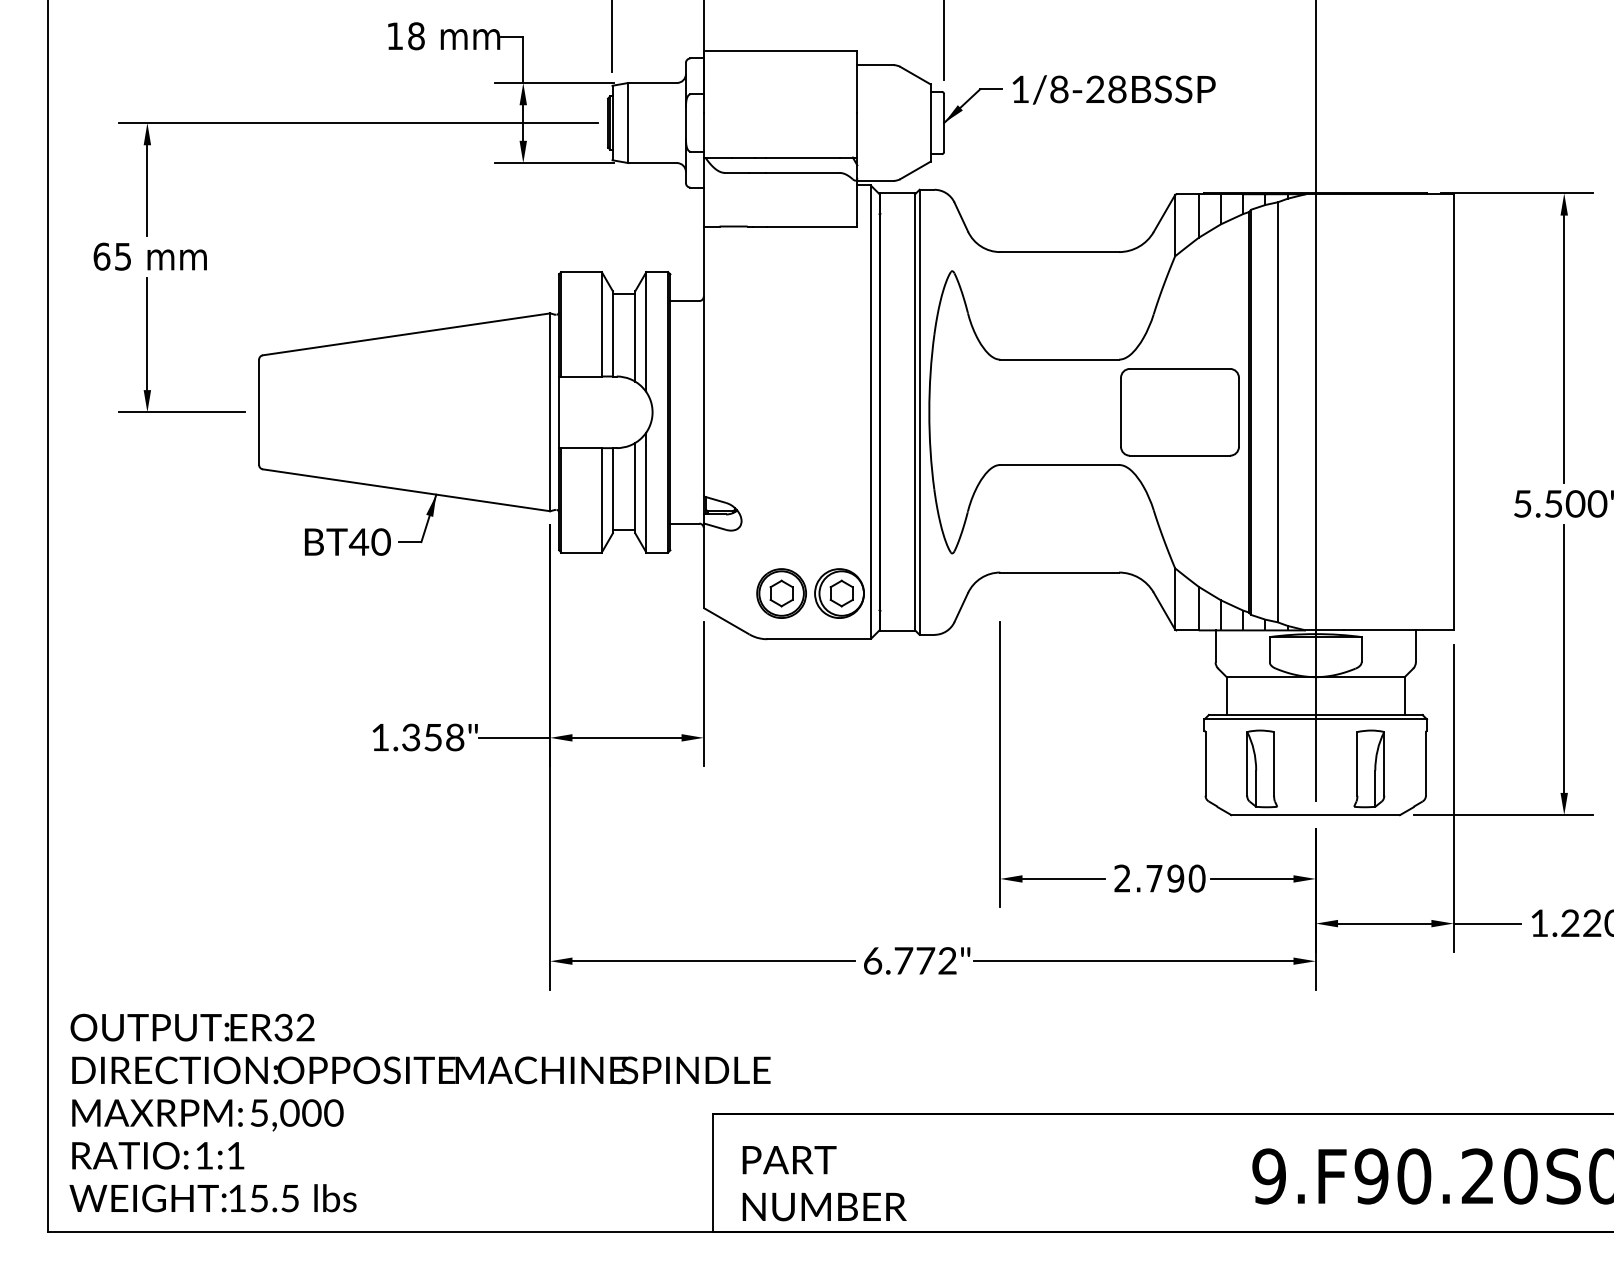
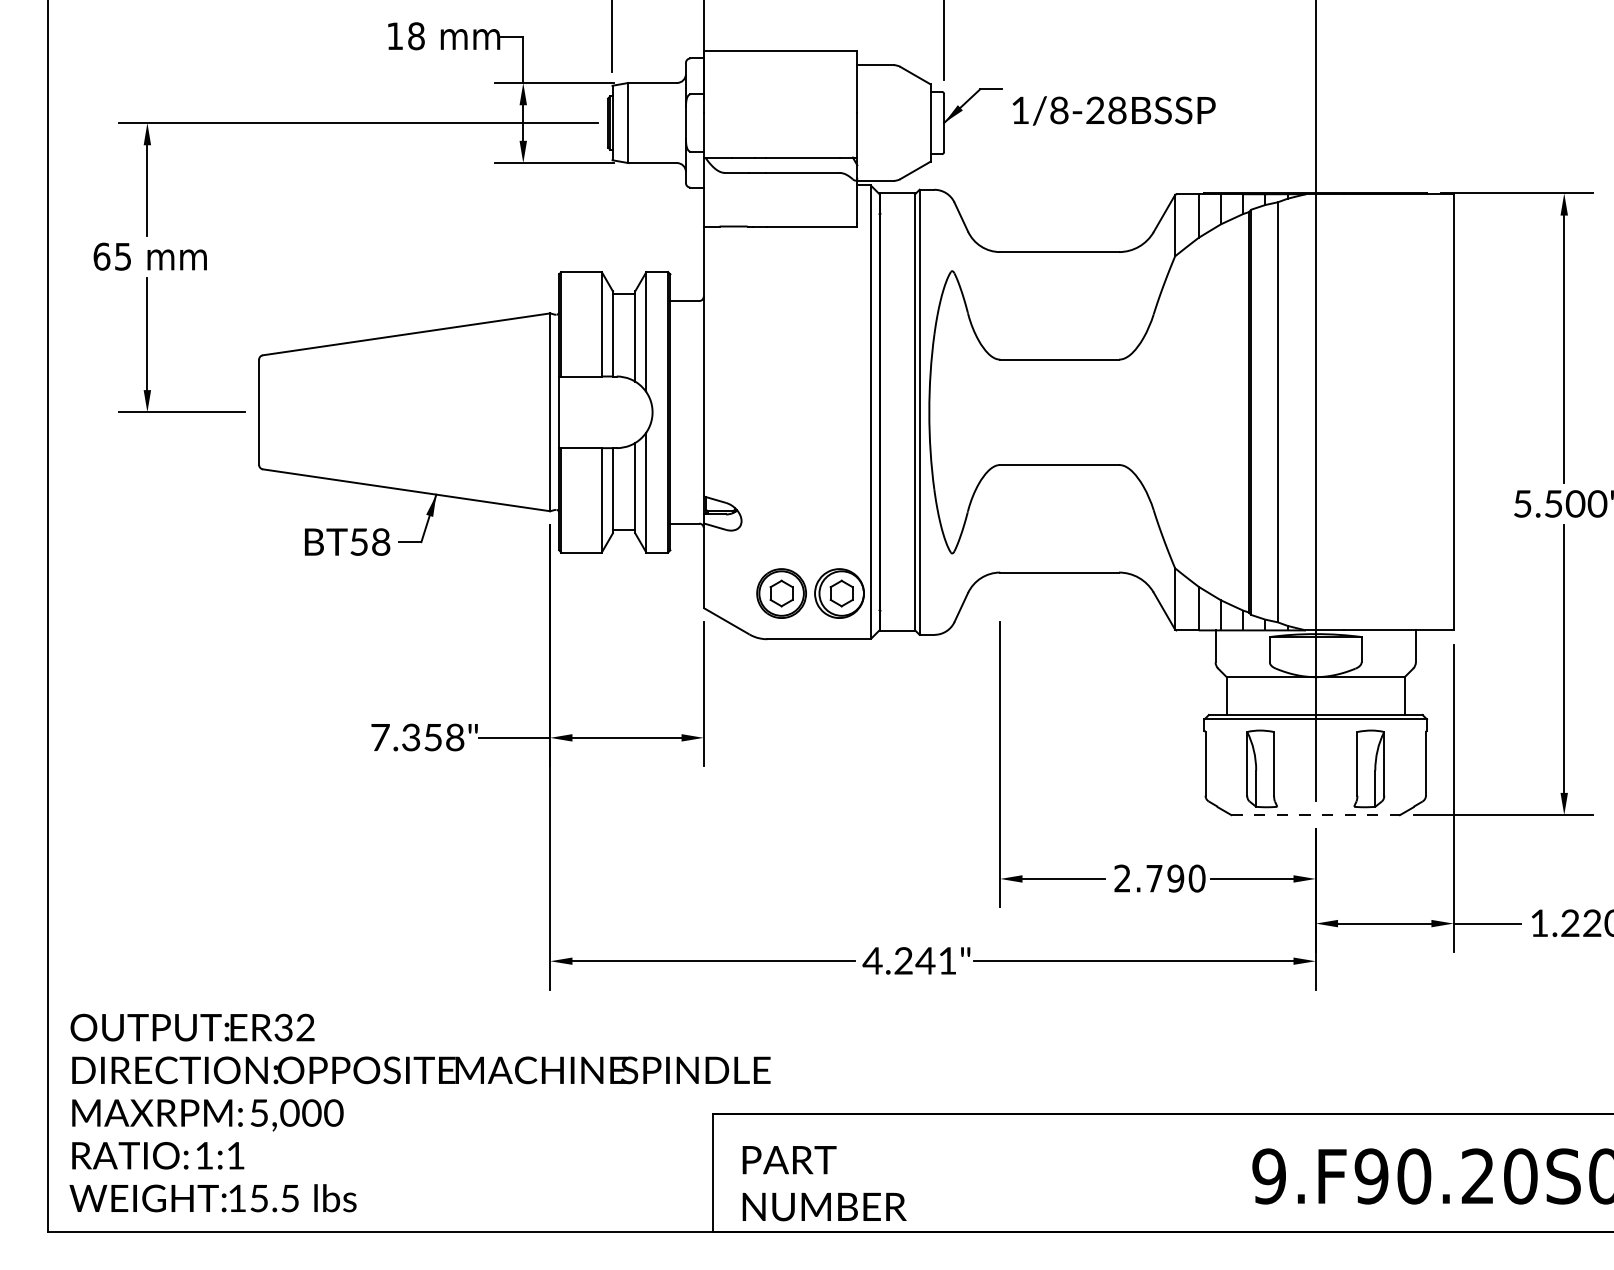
text at (1113, 89) position: (1113, 89) -> (1113, 110)
part at (1179, 412): present -> none
text at (369, 541): BT40 -> BT58
text at (380, 737): 1.358" -> 7.358"
line at (1316, 815): solid -> dashed
text at (909, 960): 6.772" -> 4.241"
